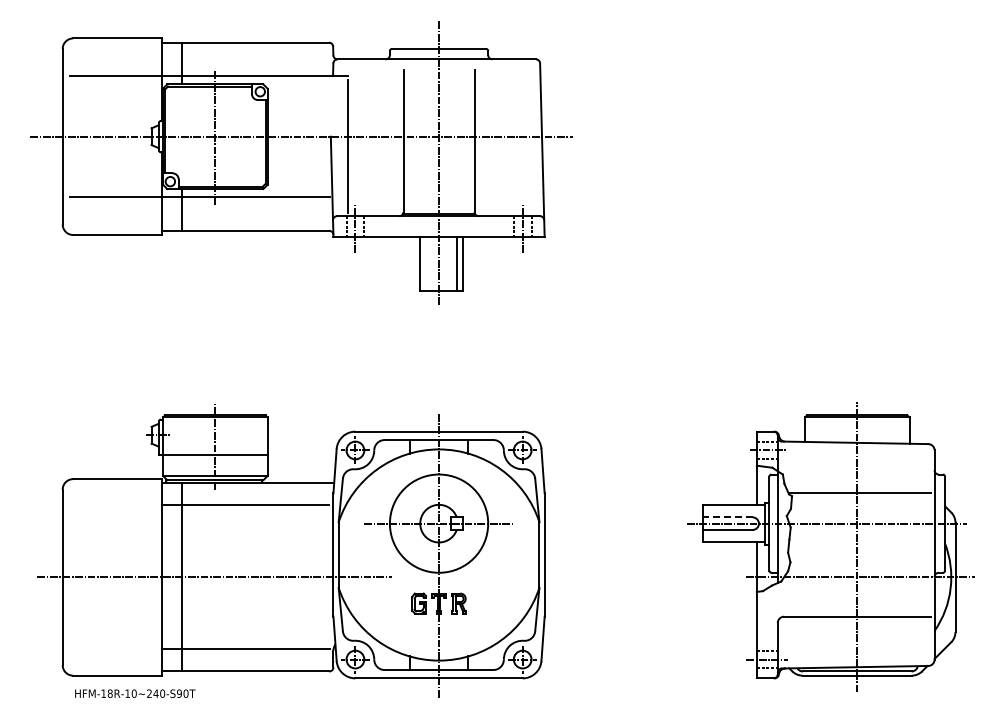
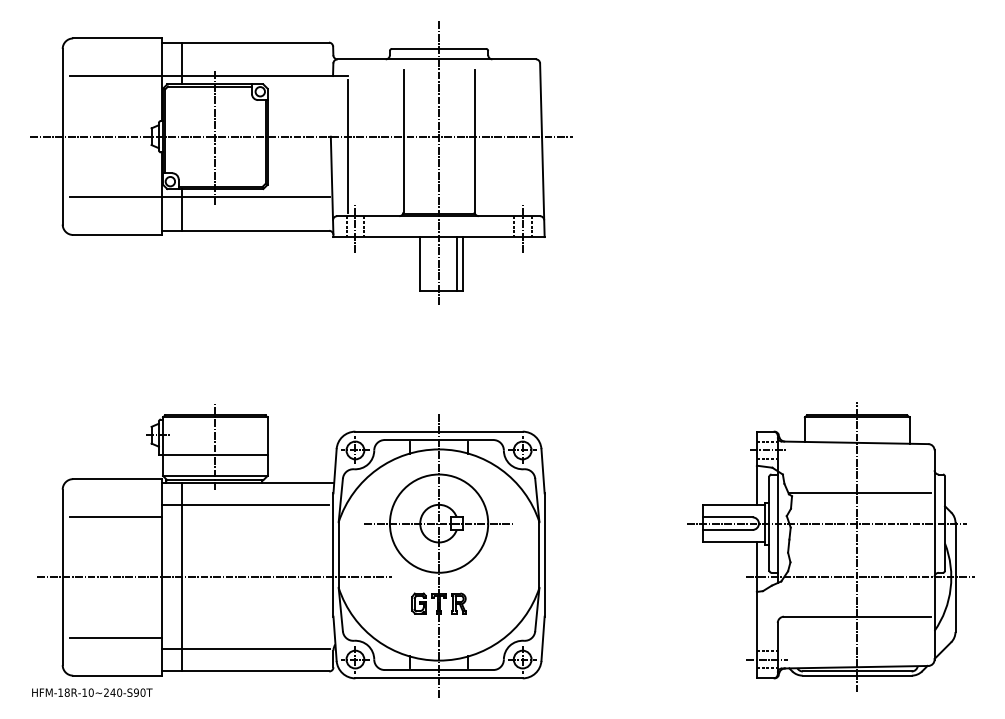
line at (116, 516): none -> present
line at (727, 517): dashed -> solid
line at (116, 638): none -> present
text at (135, 693) position: (135, 693) -> (92, 692)
